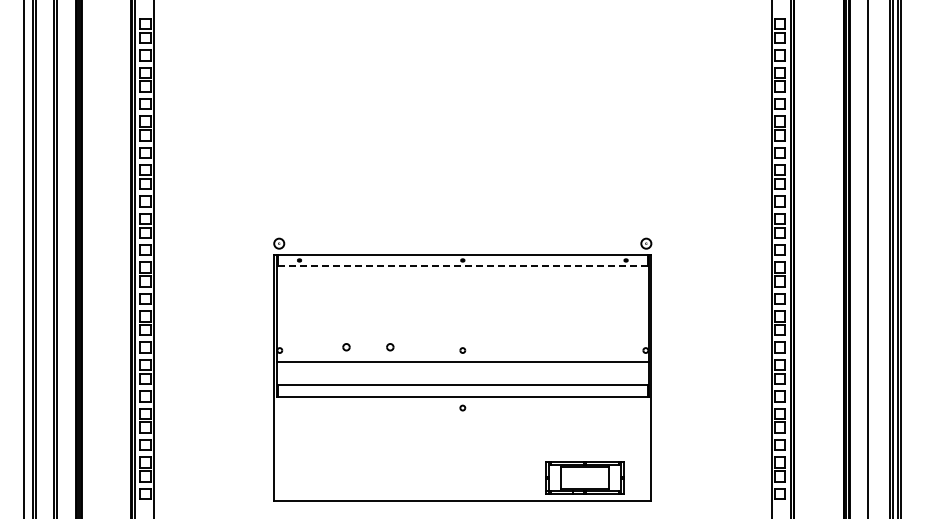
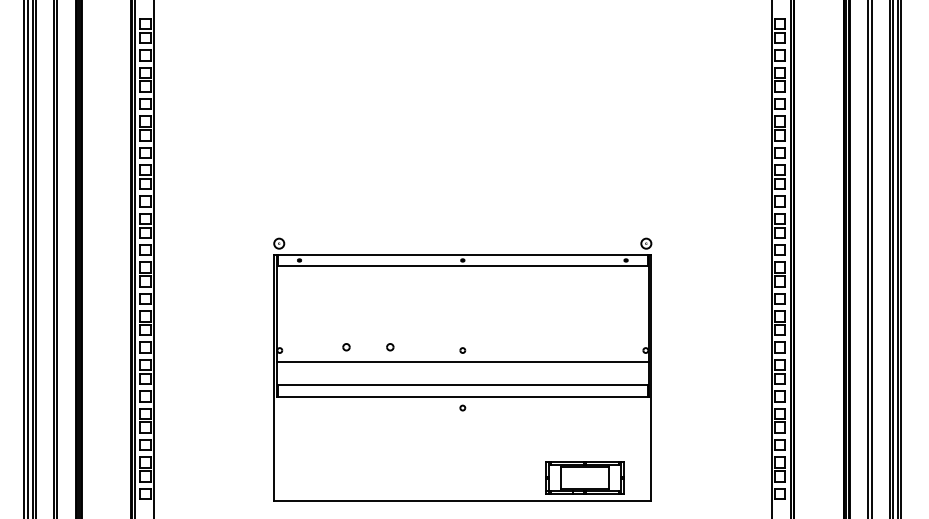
line at (27, 258): none -> present
line at (871, 258): none -> present
line at (463, 266): dashed -> solid
